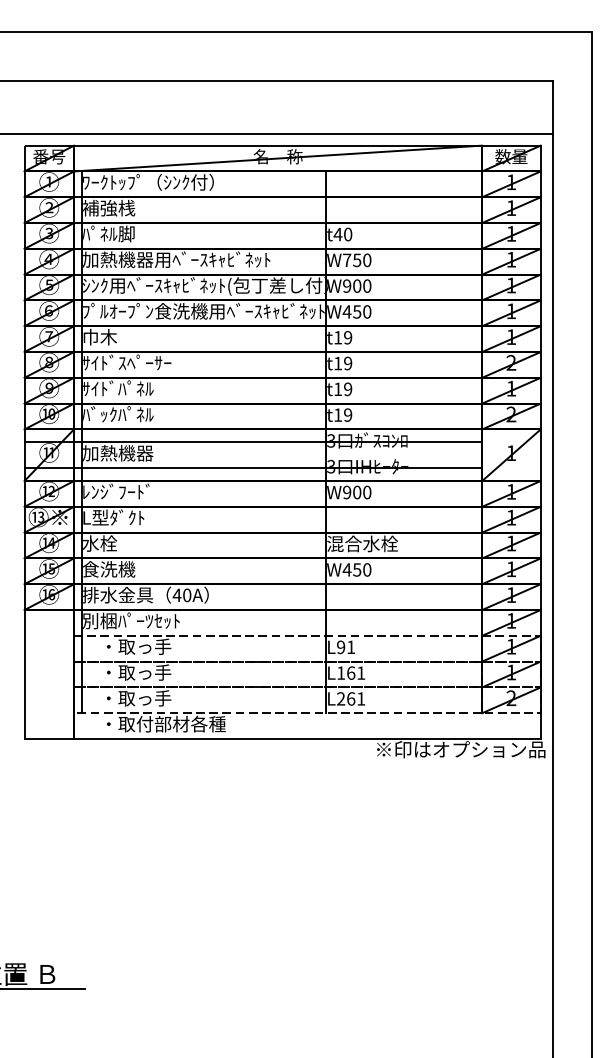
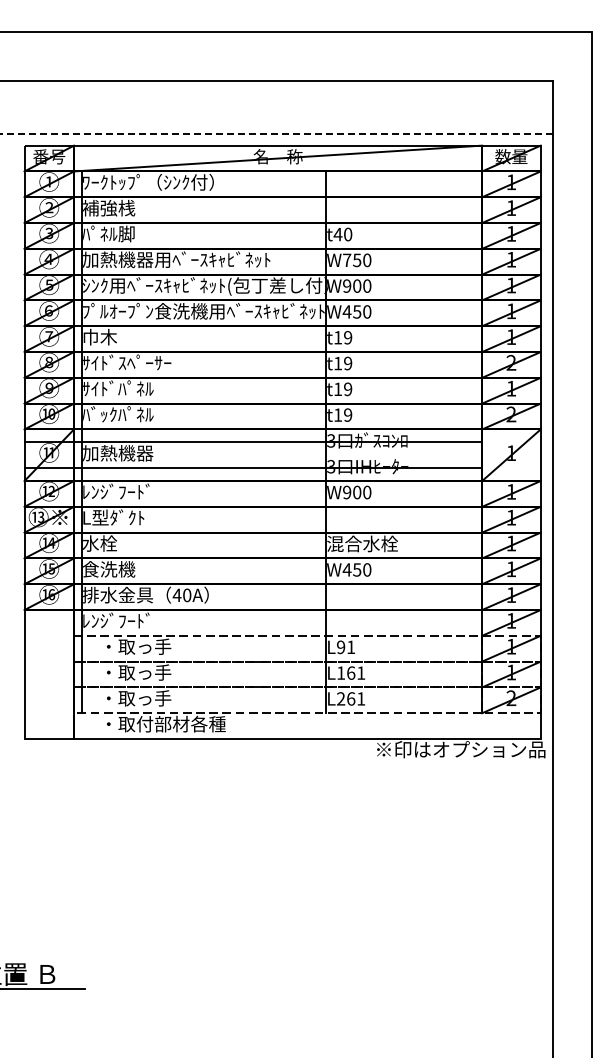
line at (277, 133): solid -> dashed
text at (131, 620): 別梱ﾊﾟｰﾂｾｯﾄ -> ﾚﾝｼﾞﾌｰﾄﾞ
